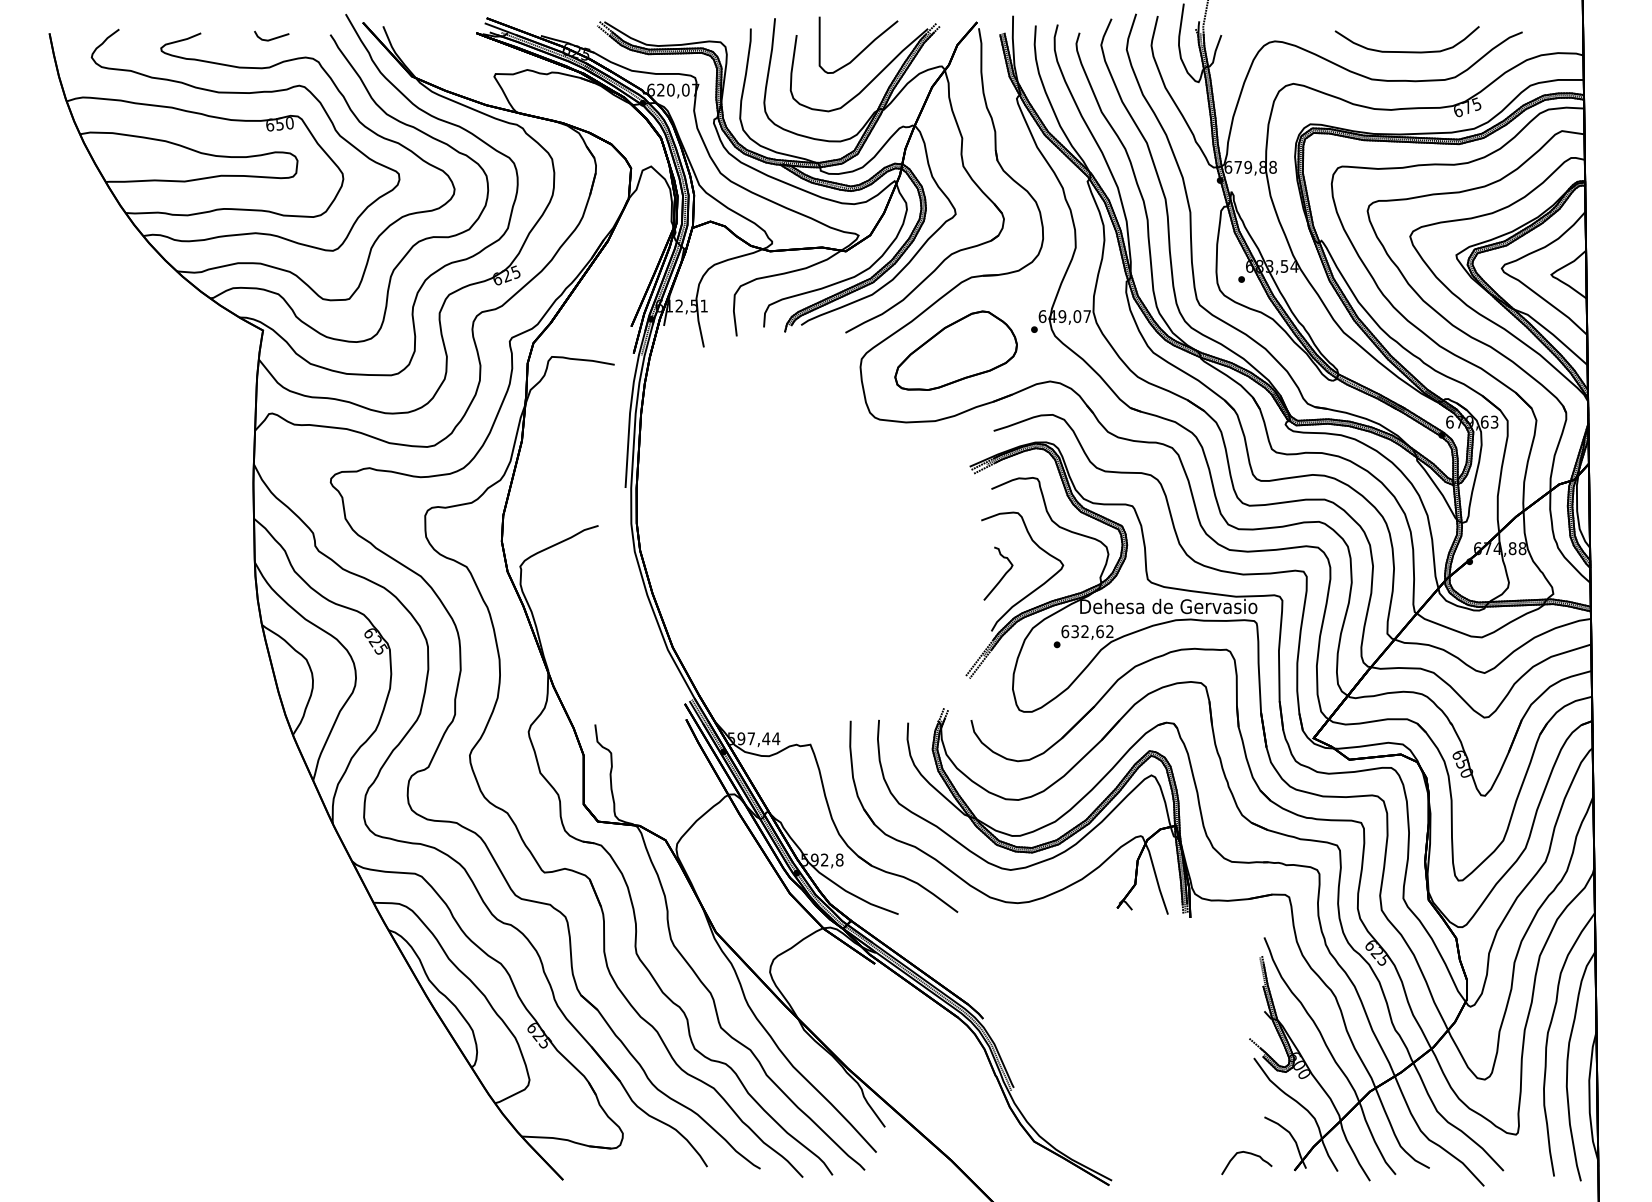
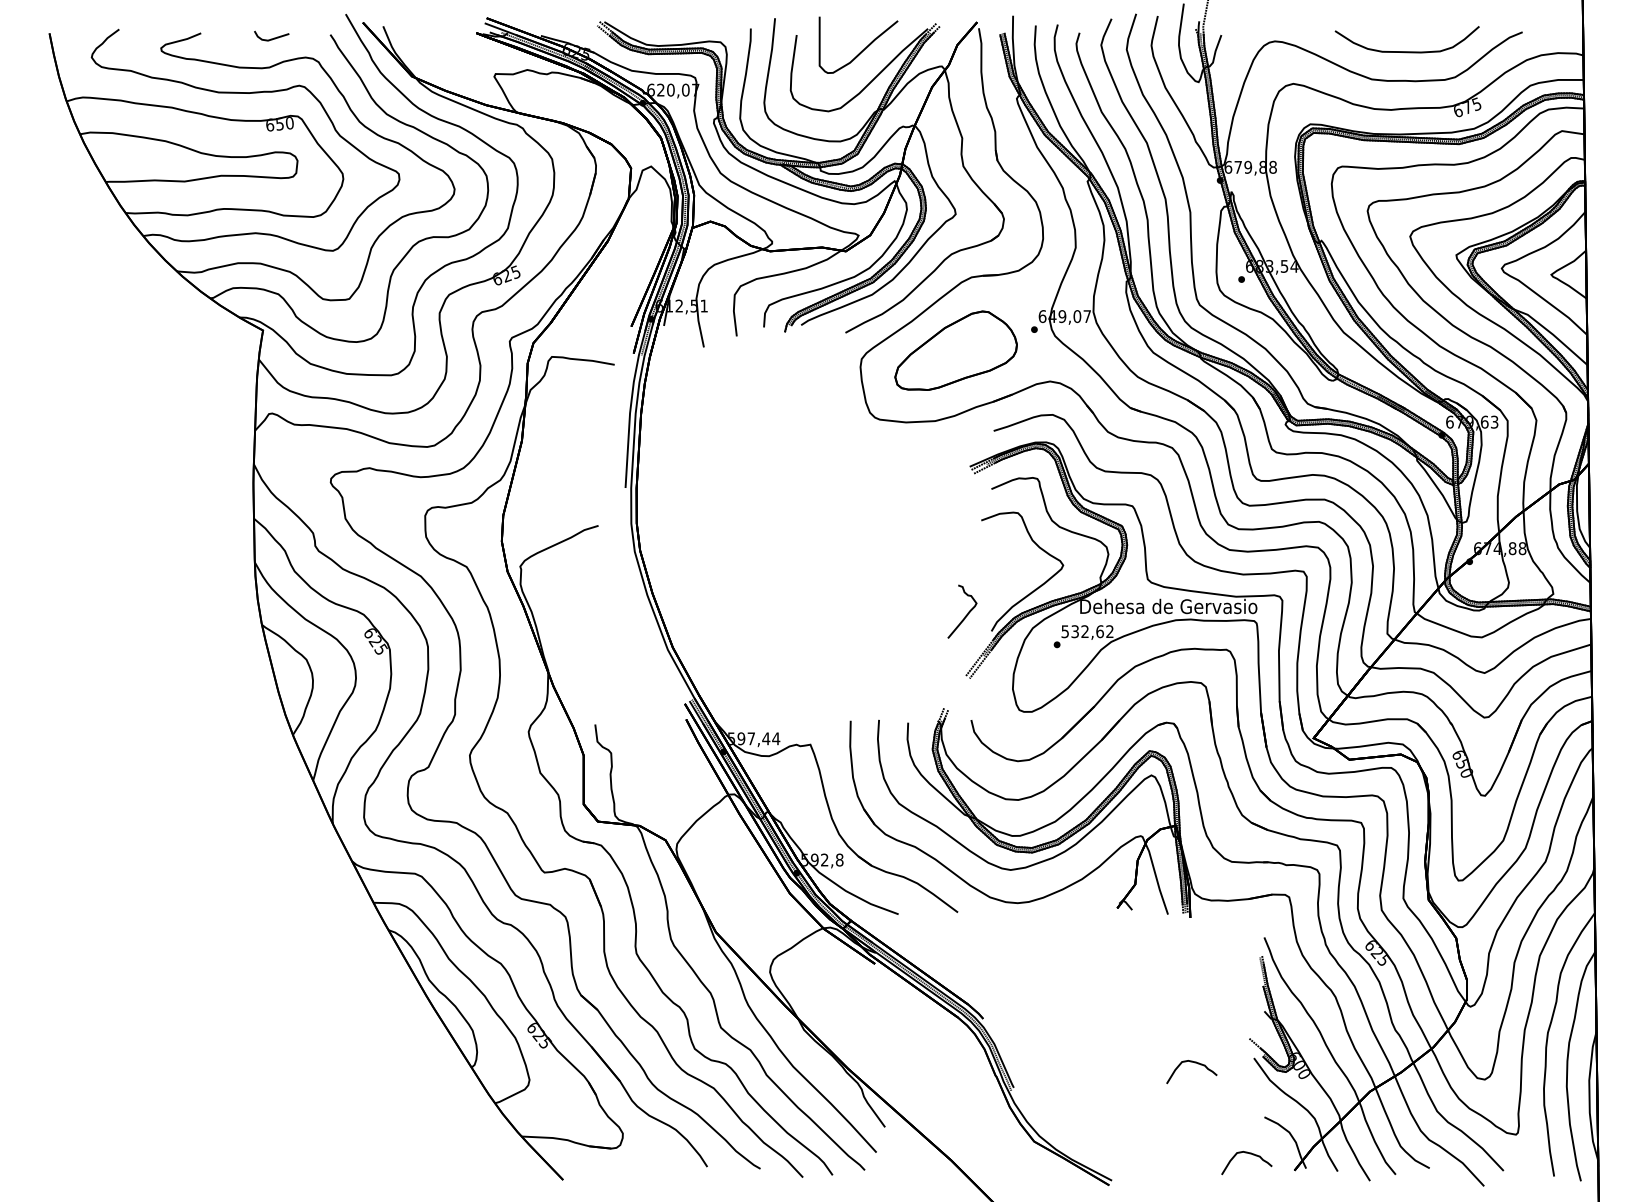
curve at (1002, 576) position: (1002, 576) -> (966, 614)
text at (1065, 631): 632,62 -> 532,62
curve at (1194, 1063): none -> present
